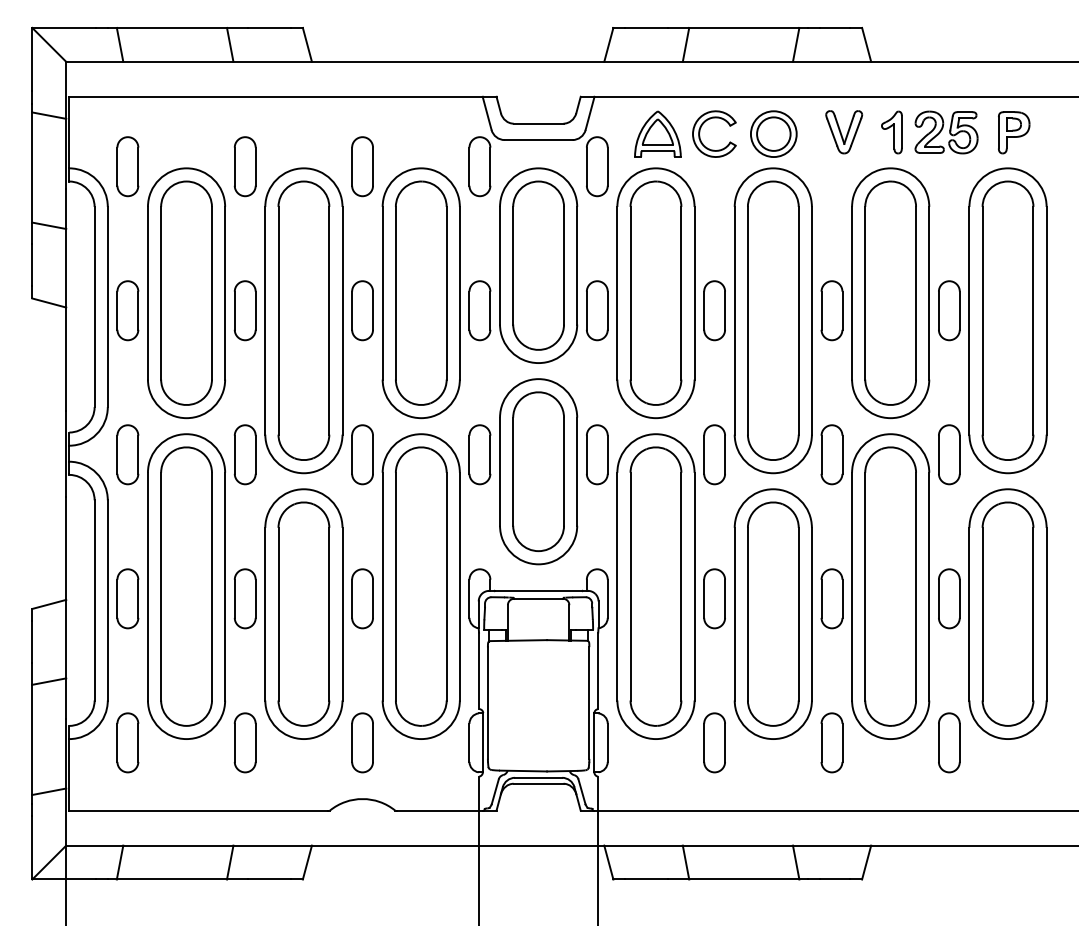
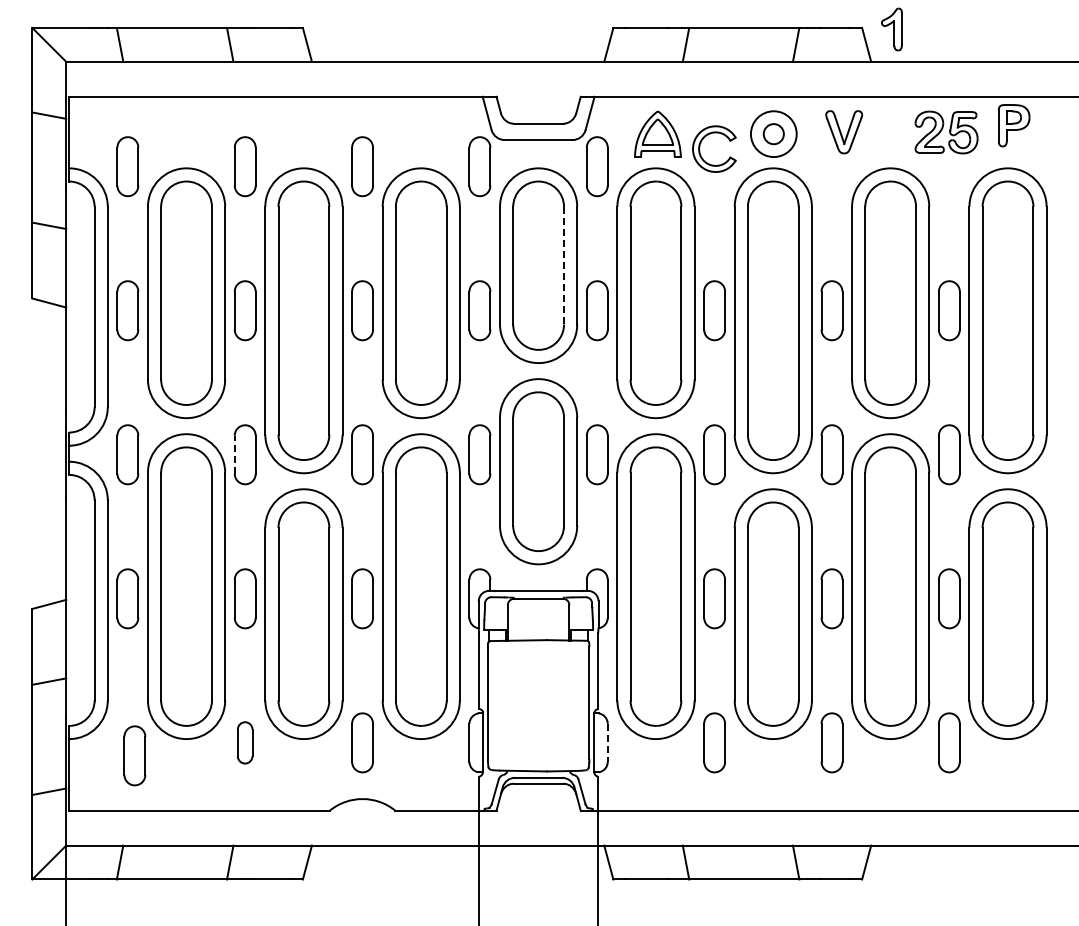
part at (701, 128) position: (701, 128) -> (701, 143)
part at (891, 132) position: (891, 132) -> (891, 29)
part at (1014, 132) position: (1014, 132) -> (1014, 125)
circle at (773, 133) diameter: 34 px -> 20 px
line at (564, 265): solid -> dashed
line at (234, 454): solid -> dashed
part at (127, 742) position: (127, 742) -> (134, 755)
part at (244, 742) size: 24x62 px -> 17x44 px
line at (607, 743): solid -> dashed
